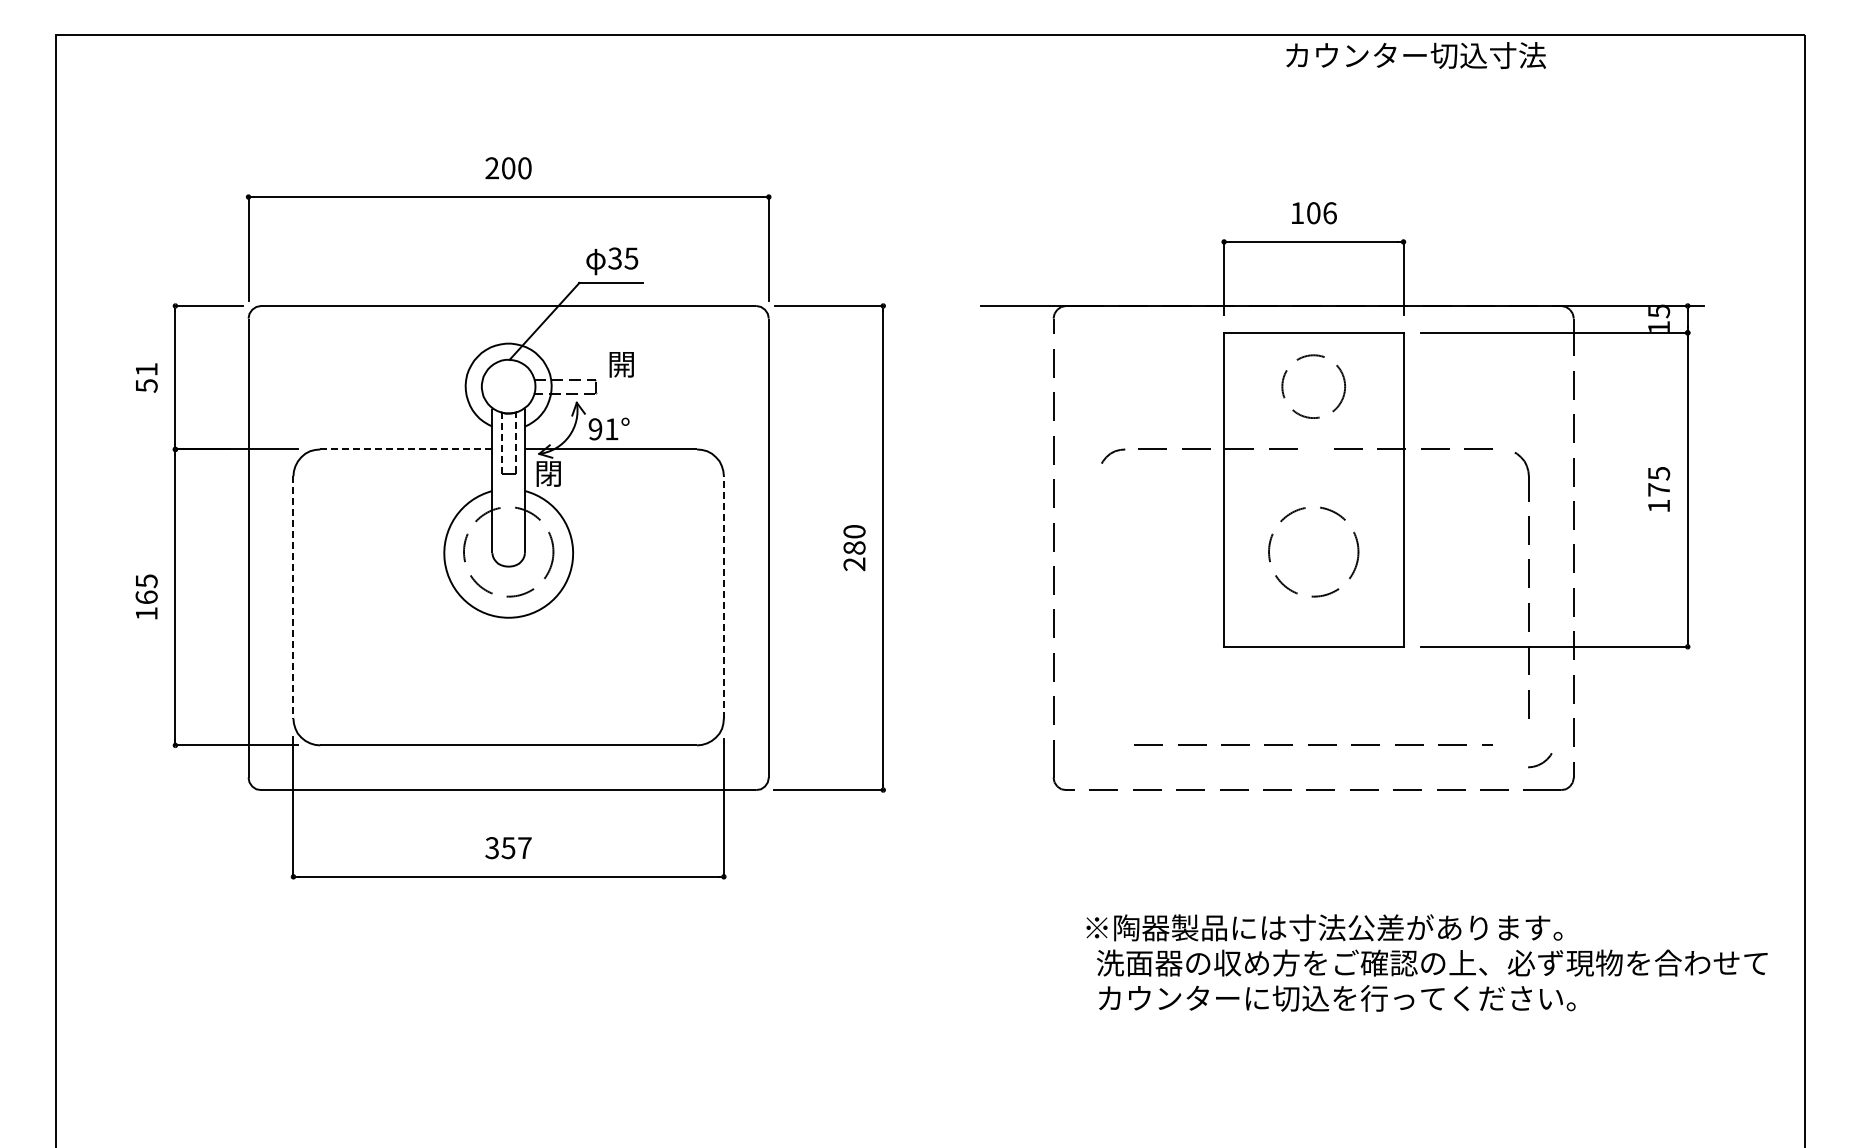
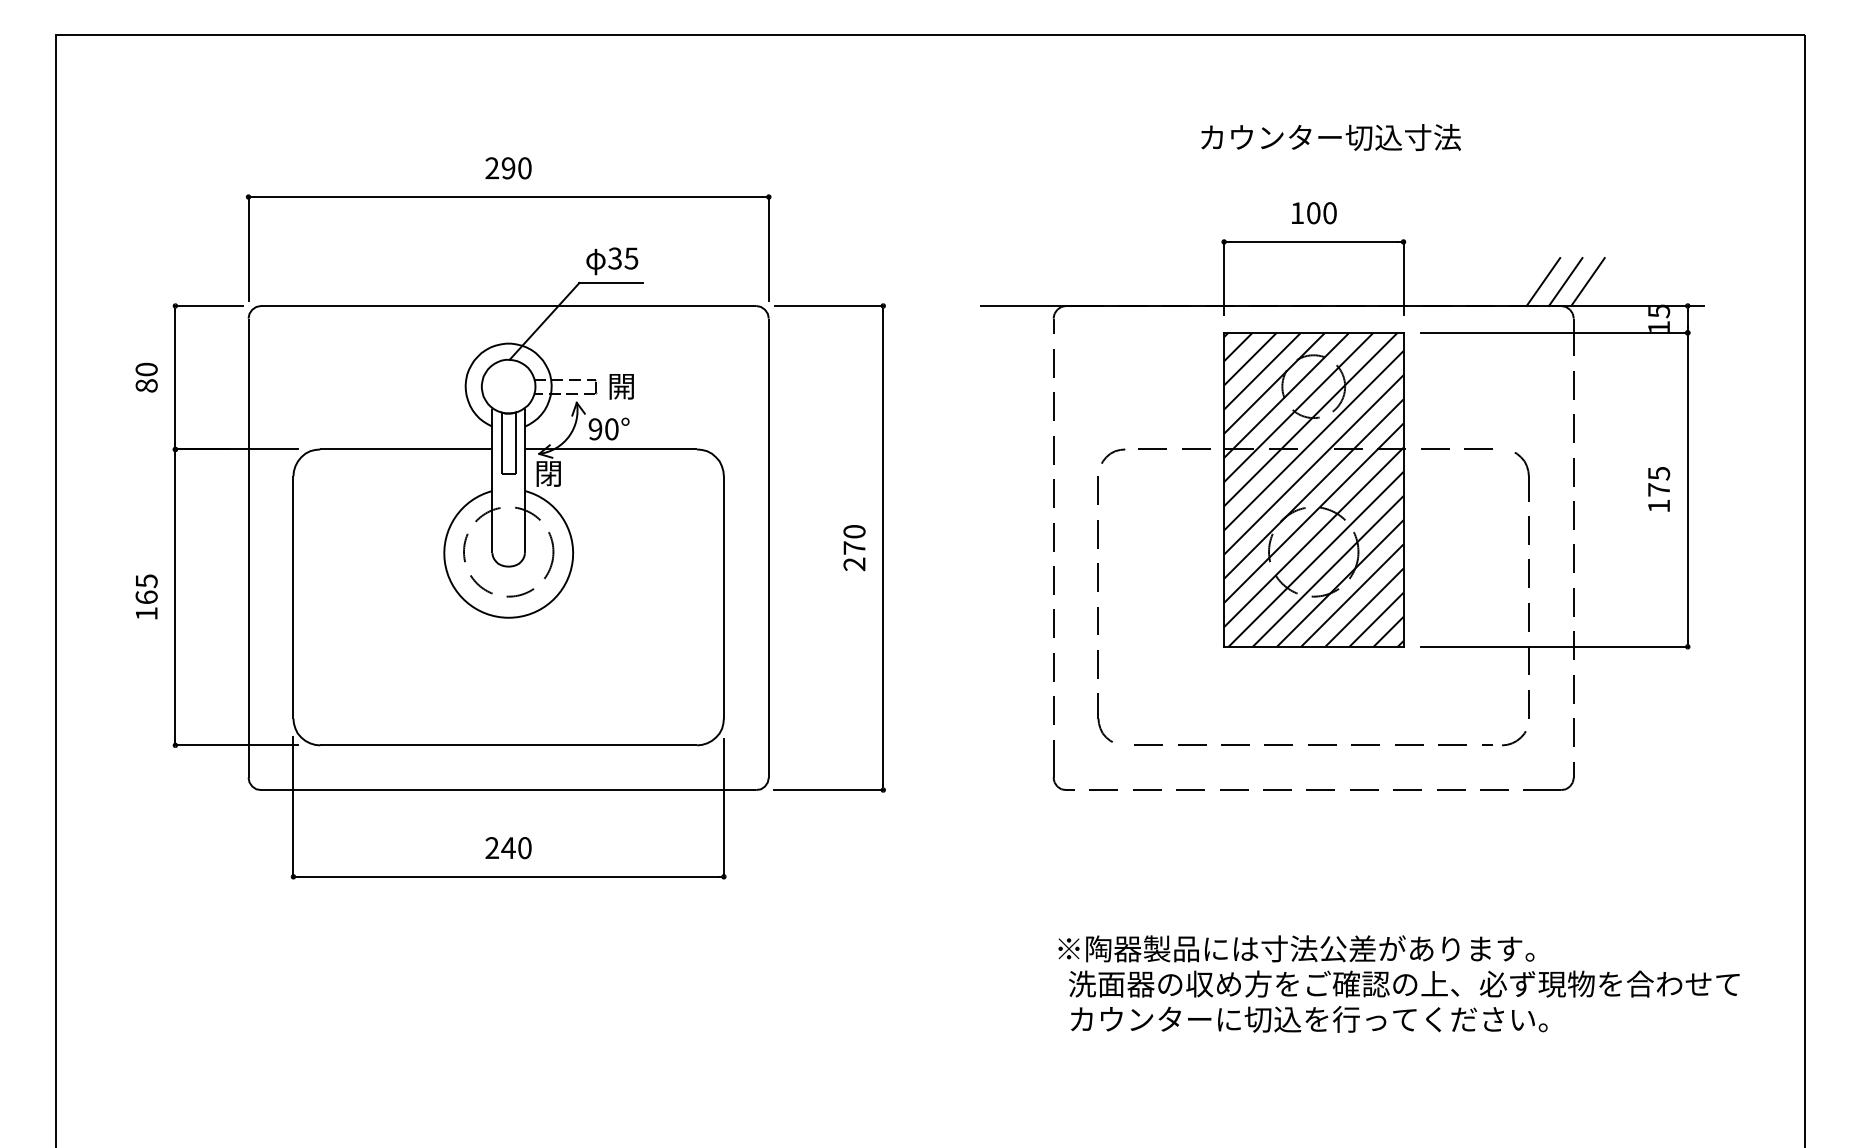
text at (1415, 55) position: (1415, 55) -> (1330, 137)
text at (508, 168): 200 -> 290
text at (1329, 213): 106 -> 100
line at (1543, 281): none -> present
line at (1565, 281): none -> present
line at (1587, 281): none -> present
text at (621, 364) position: (621, 364) -> (621, 386)
text at (146, 377): 51 -> 80
text at (611, 429): 91° -> 90°
line at (515, 442): dashed -> solid
line at (501, 443): dashed -> solid
line at (405, 449): dashed -> solid
hatch at (1313, 489): none -> present
text at (854, 547): 280 -> 270
line at (293, 596): dashed -> solid
line at (723, 596): dashed -> solid
part at (1104, 609): none -> present
curve at (1541, 762) position: (1541, 762) -> (1515, 740)
text at (508, 848): 357 -> 240
text at (1426, 962) position: (1426, 962) -> (1398, 983)
